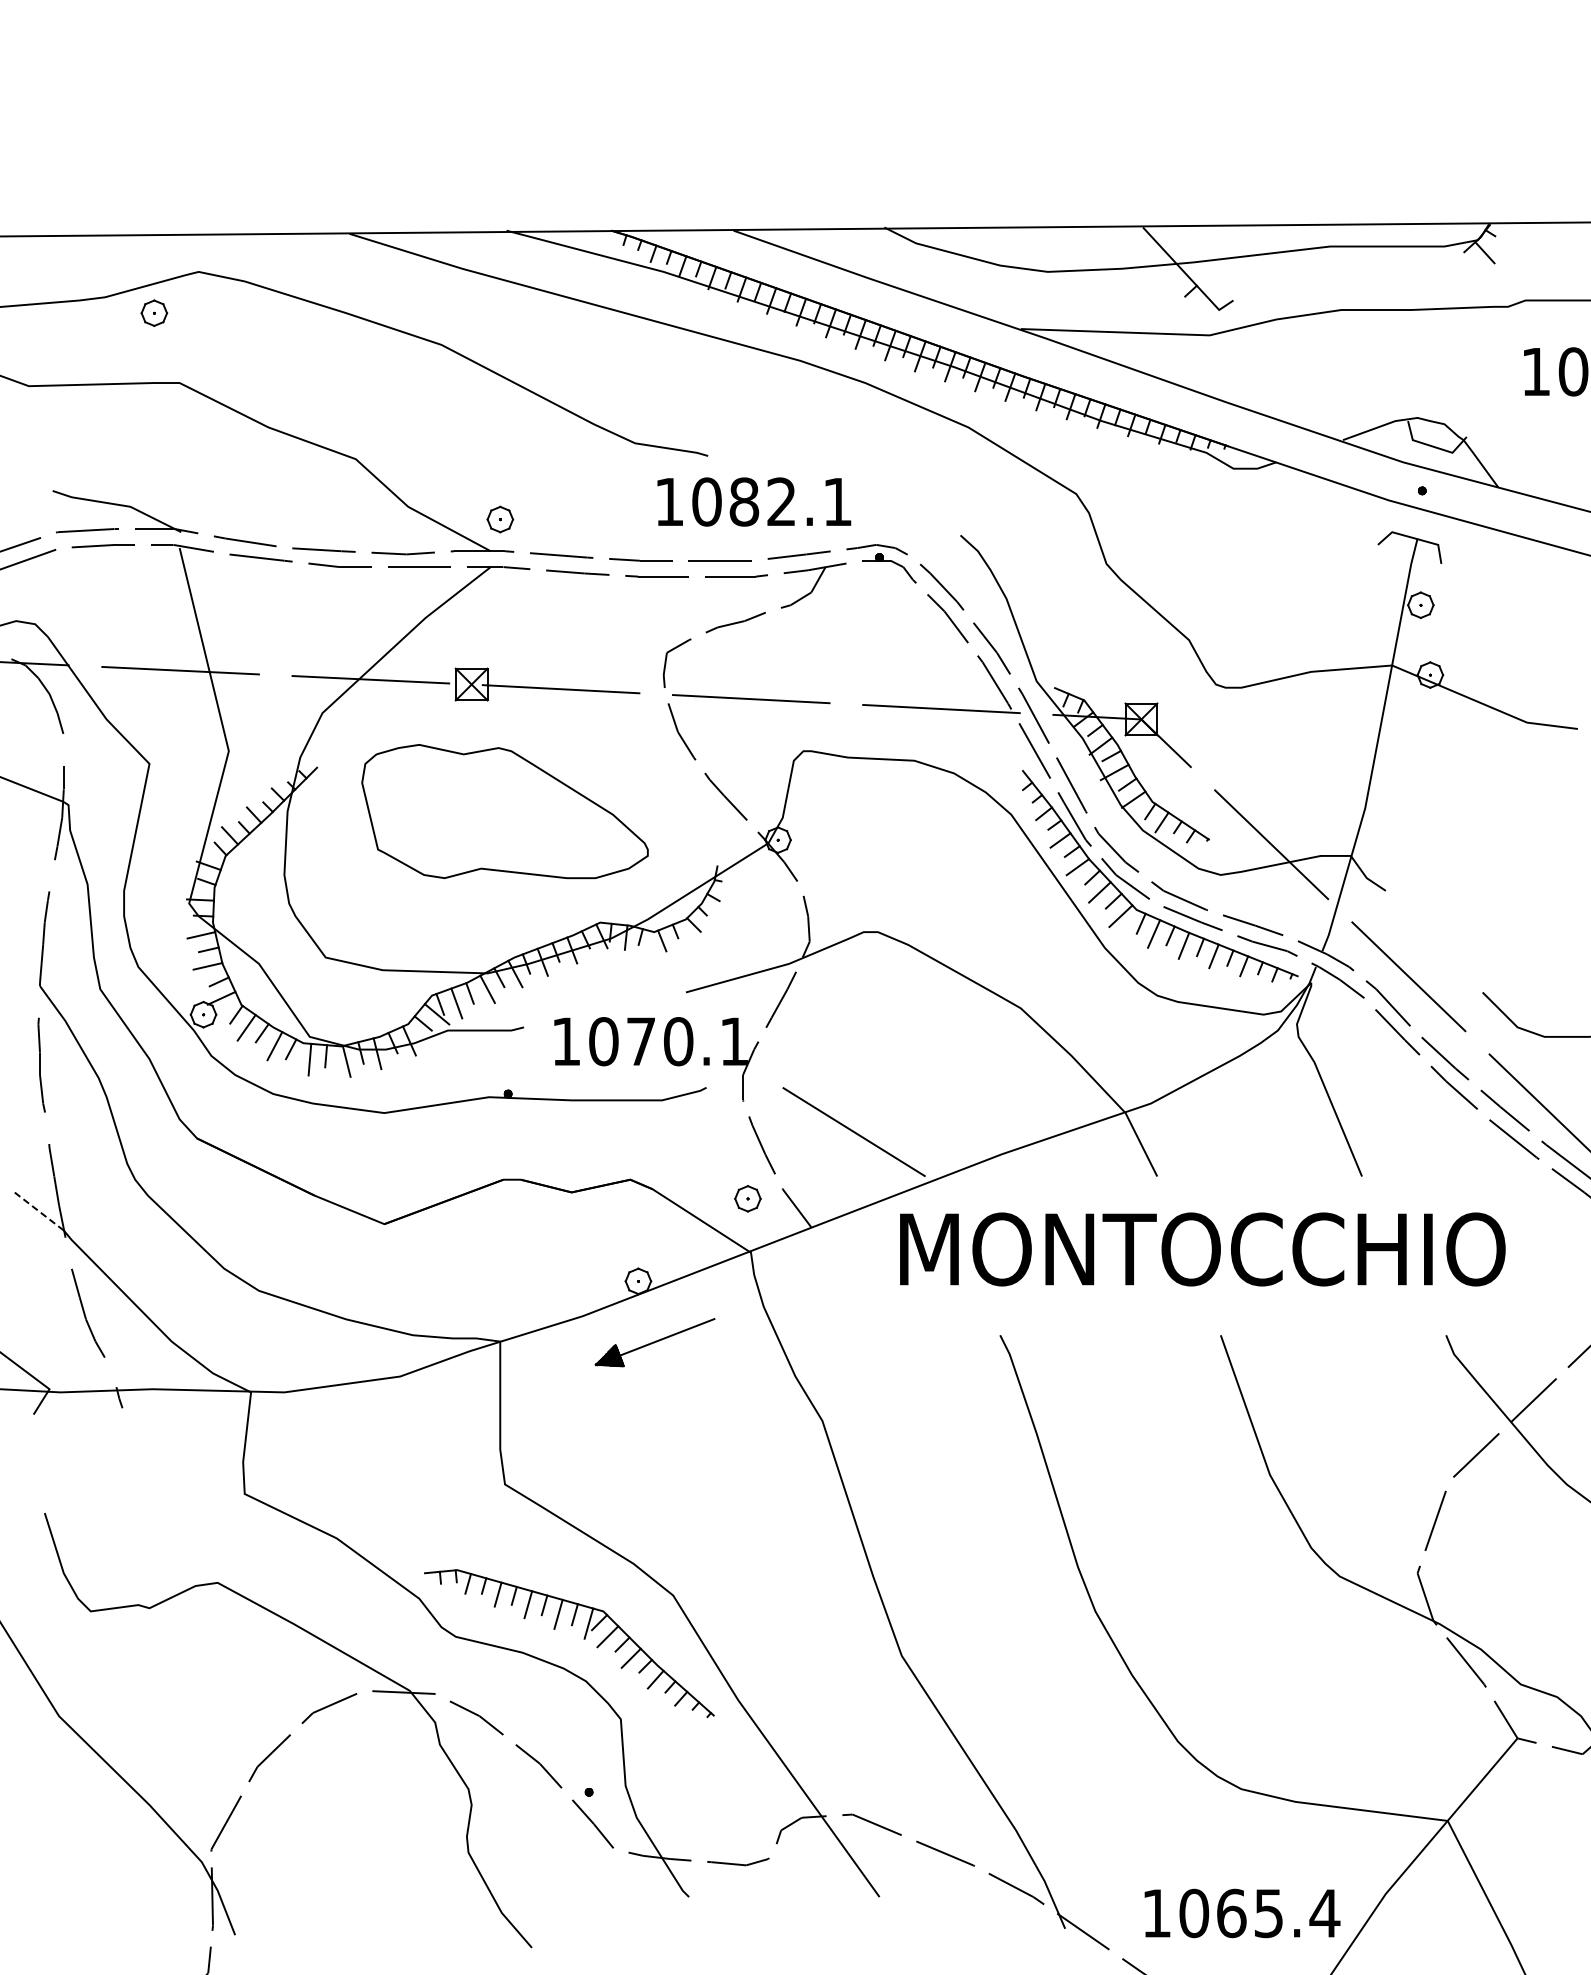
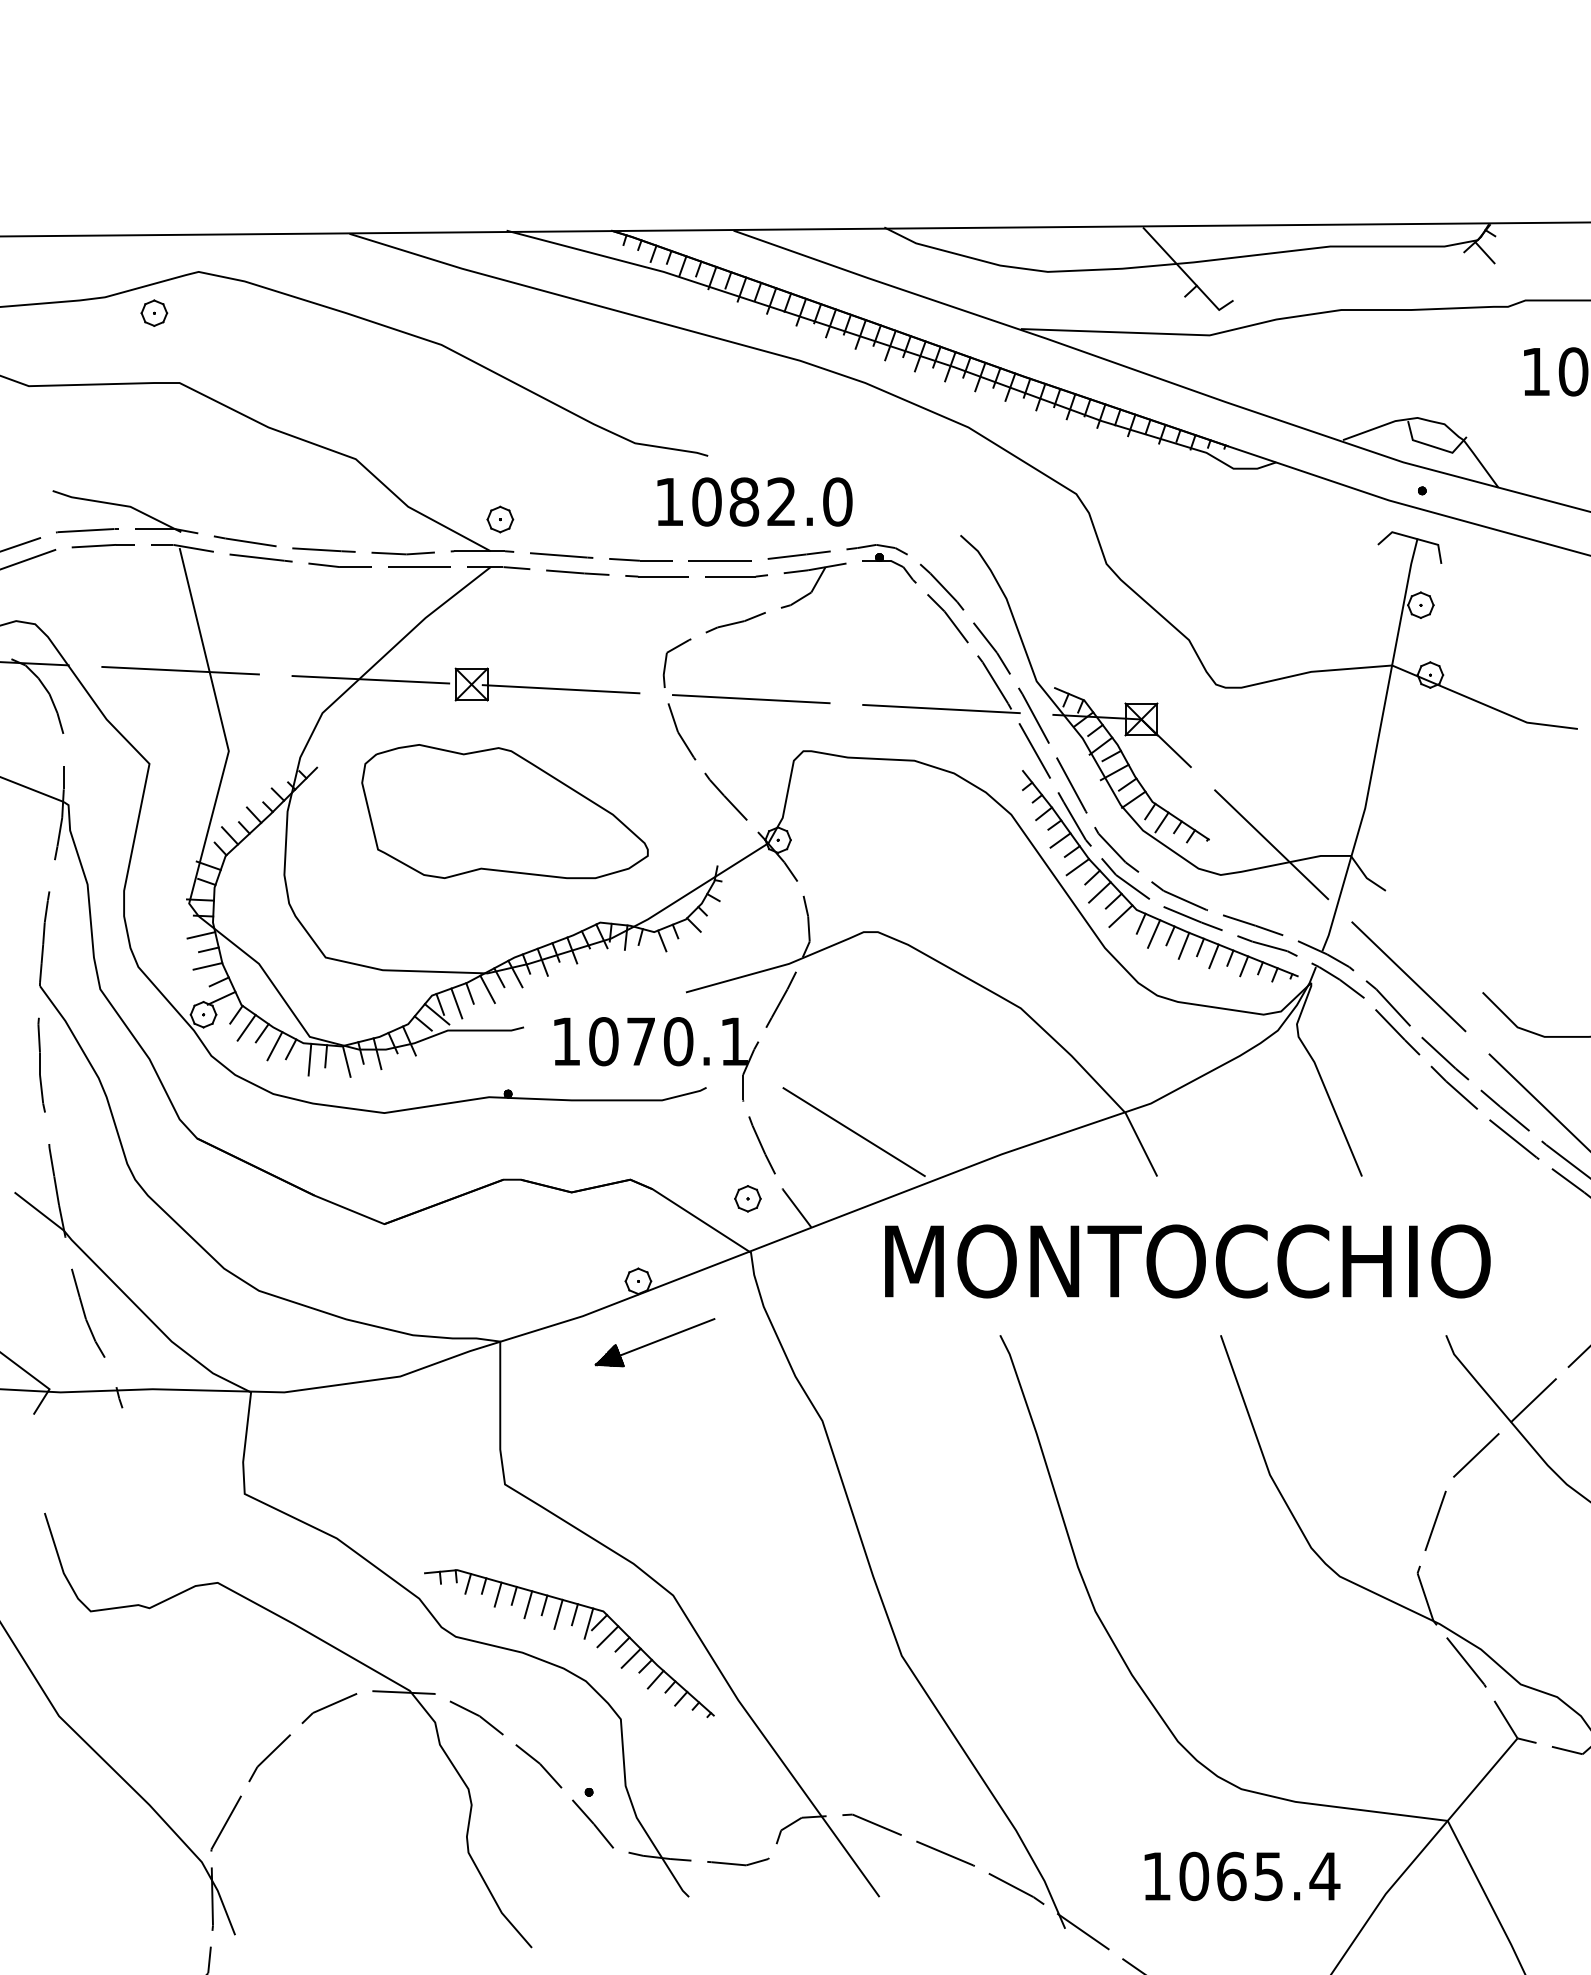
text at (837, 501): 1082.1 -> 1082.0
line at (38, 1211): dashed -> solid
text at (1202, 1249) position: (1202, 1249) -> (1187, 1261)
text at (1242, 1913) position: (1242, 1913) -> (1242, 1876)
